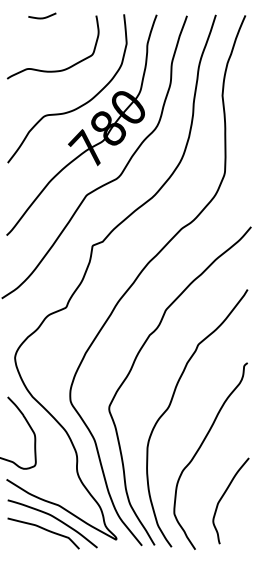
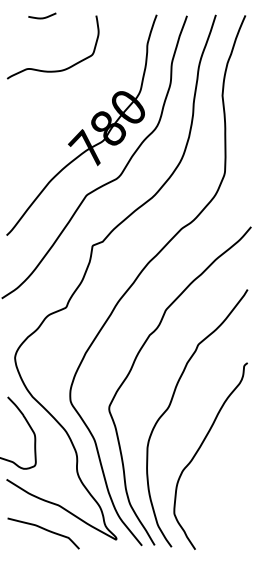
curve at (76, 107): present -> none
curve at (224, 495): present -> none
curve at (55, 519): present -> none
